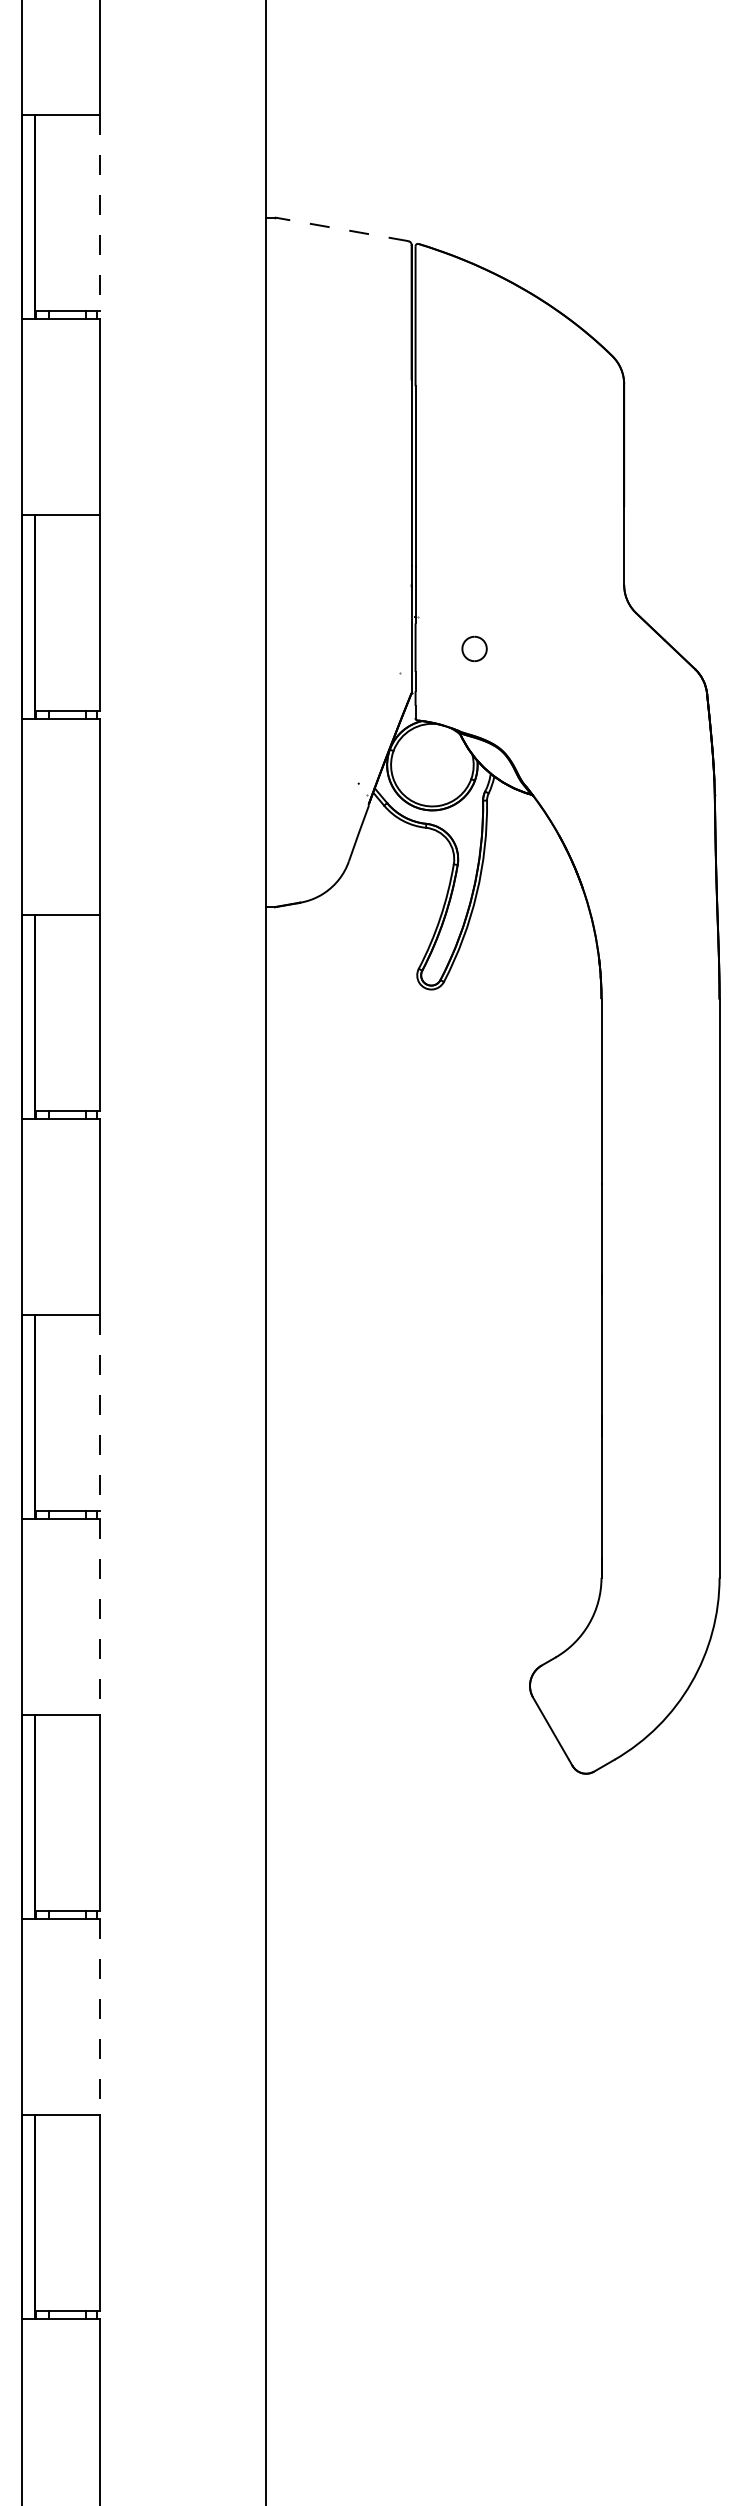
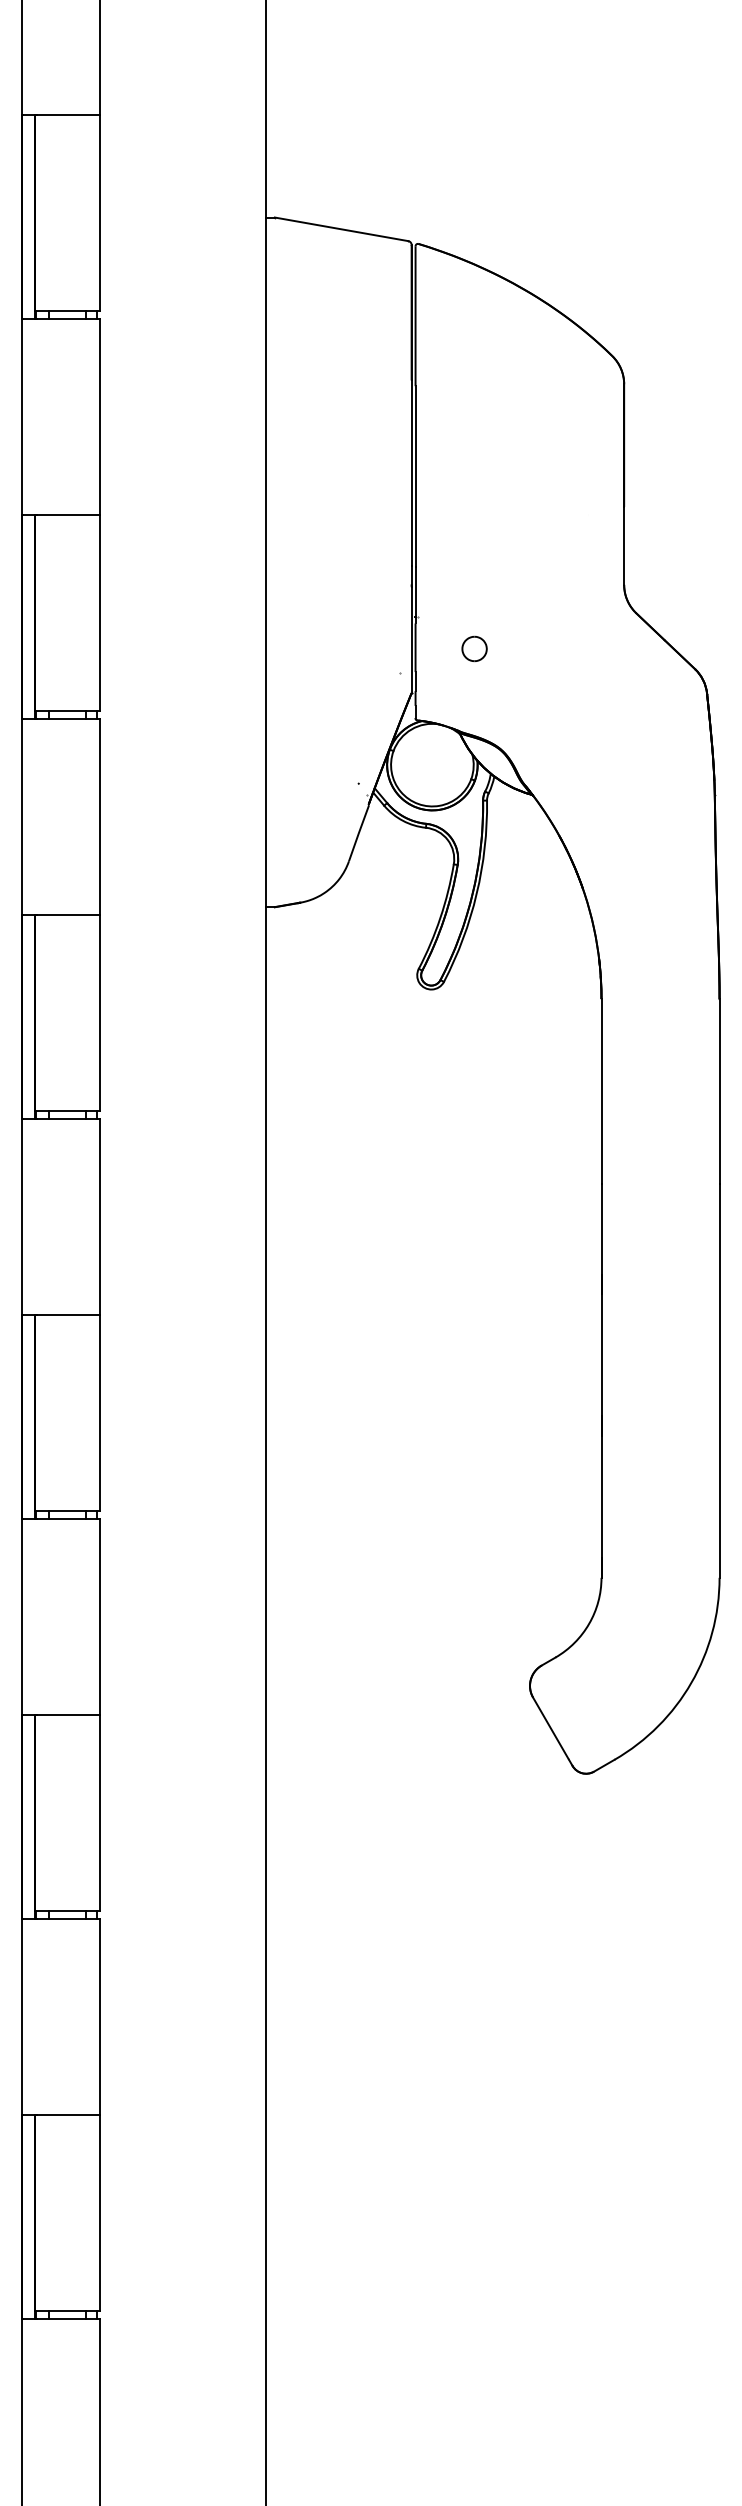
line at (100, 213): dashed -> solid
line at (341, 229): dashed -> solid
line at (100, 1412): dashed -> solid
line at (100, 1616): dashed -> solid
line at (100, 2016): dashed -> solid
